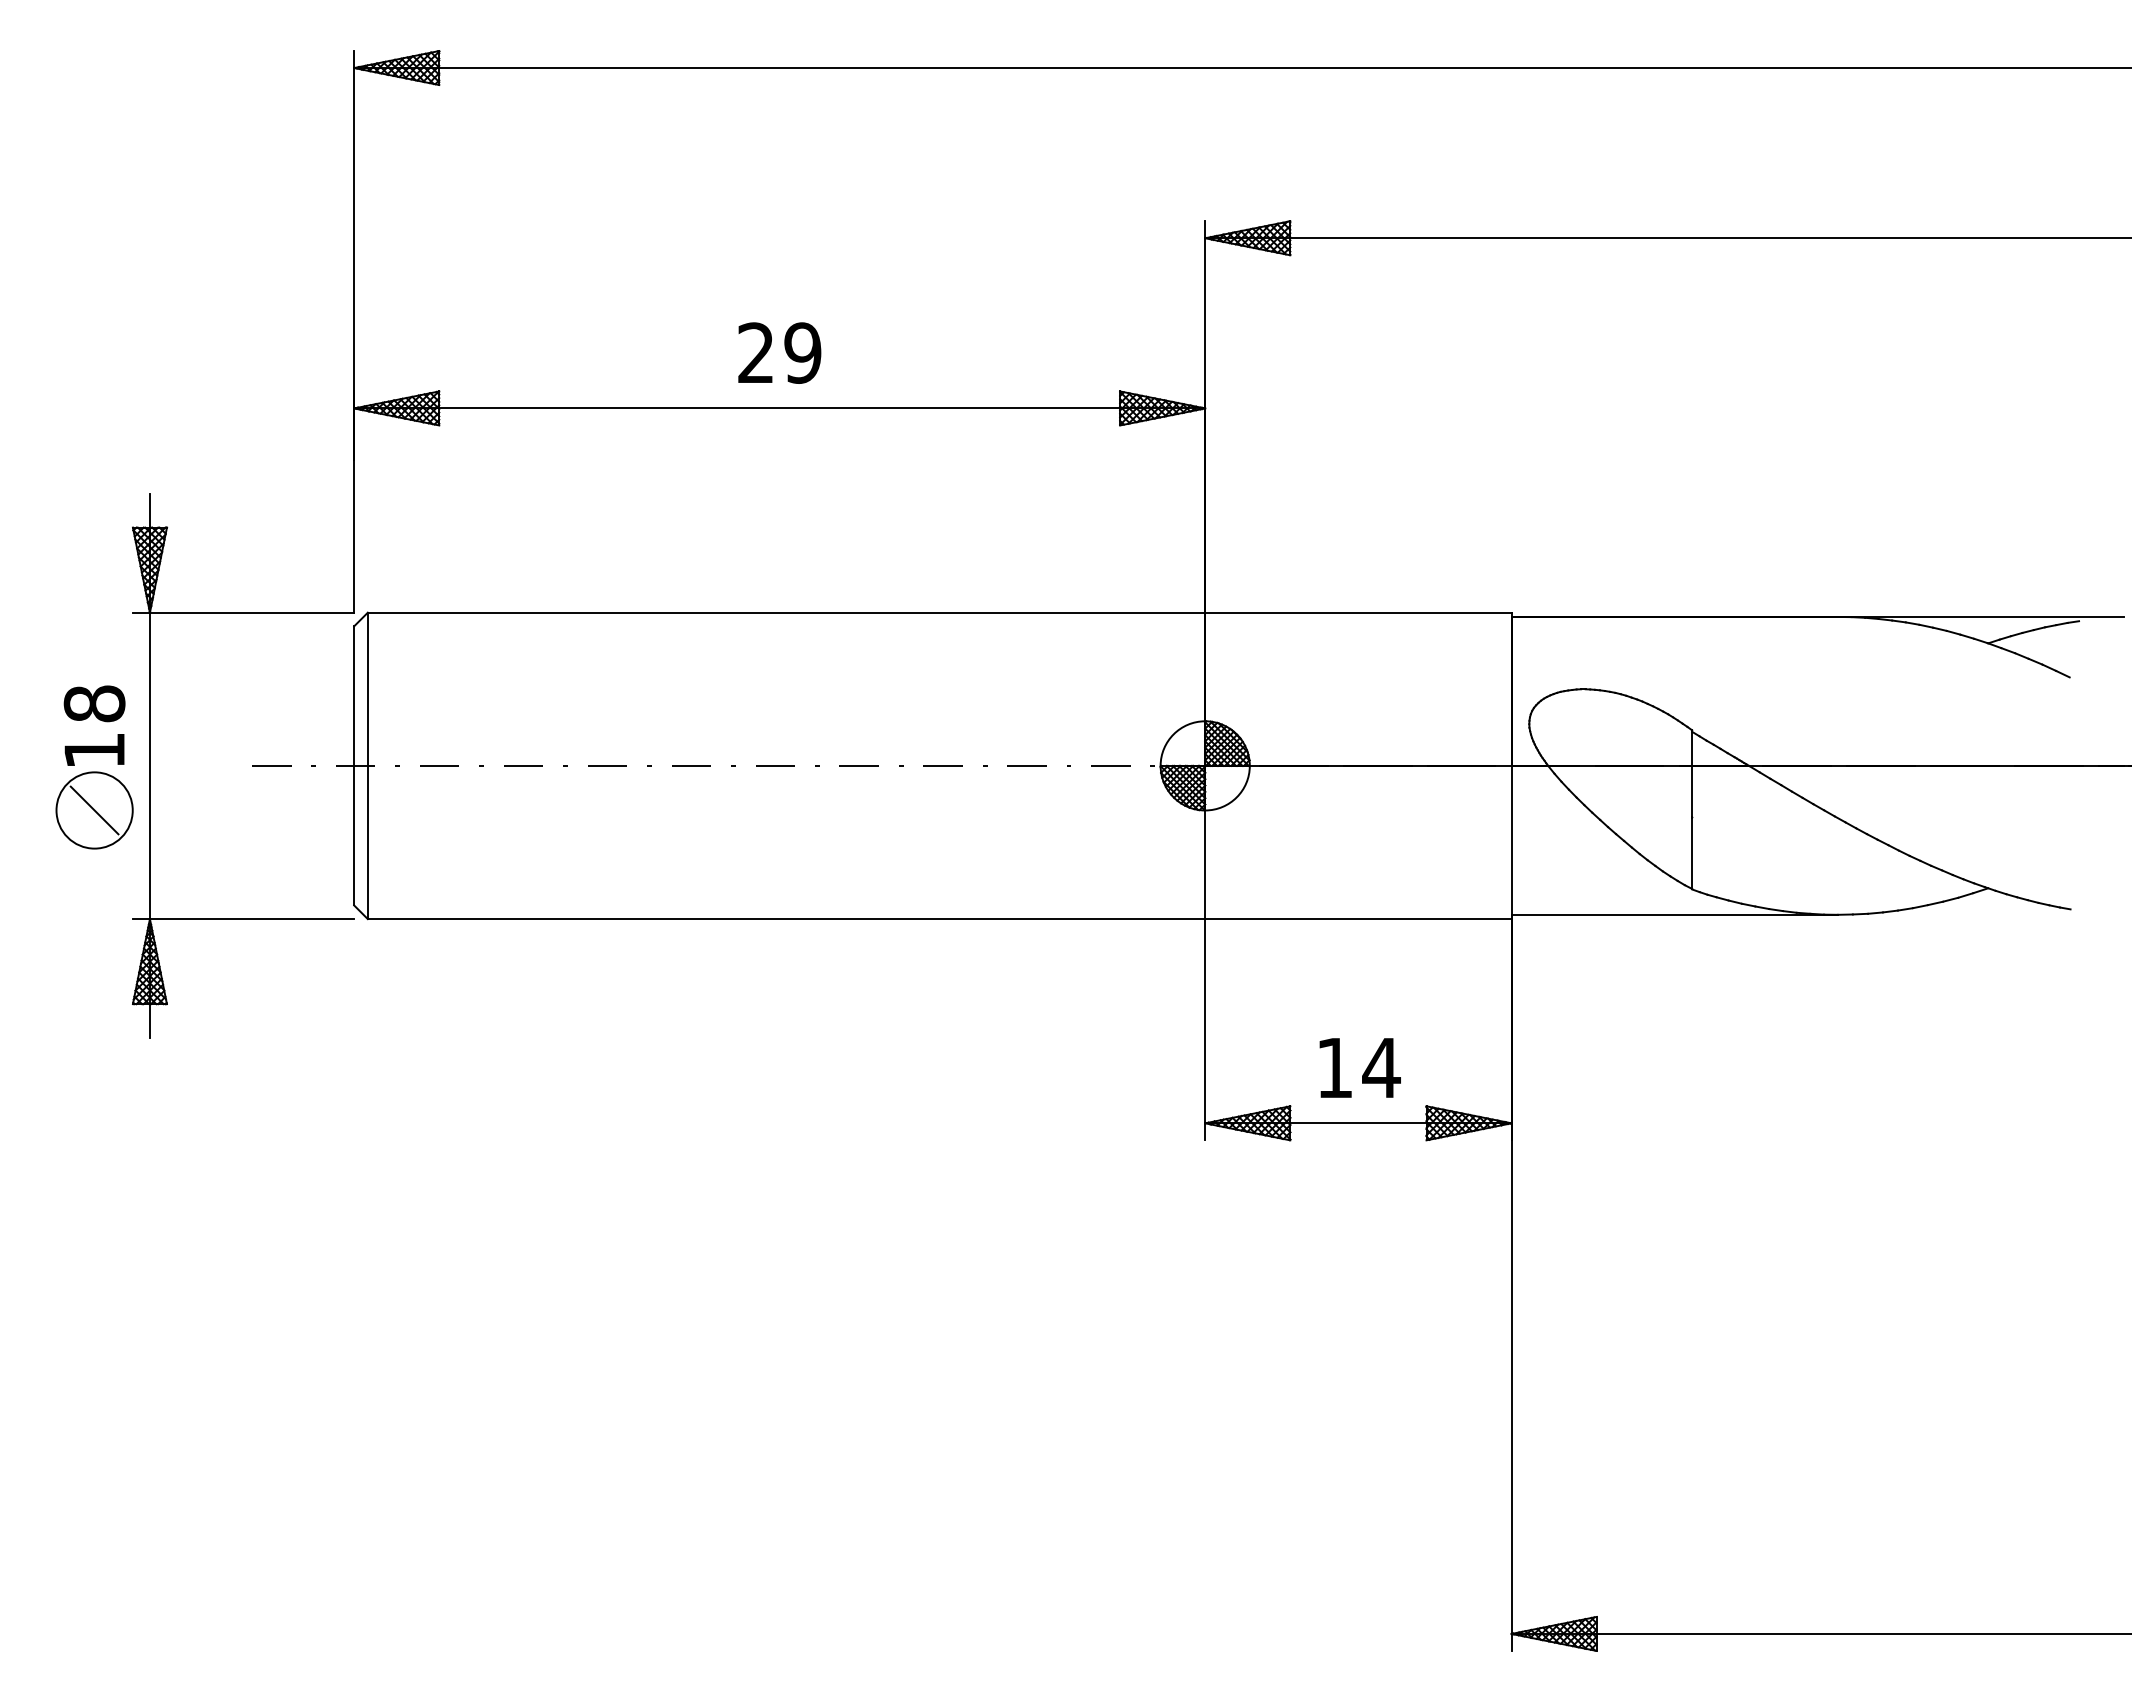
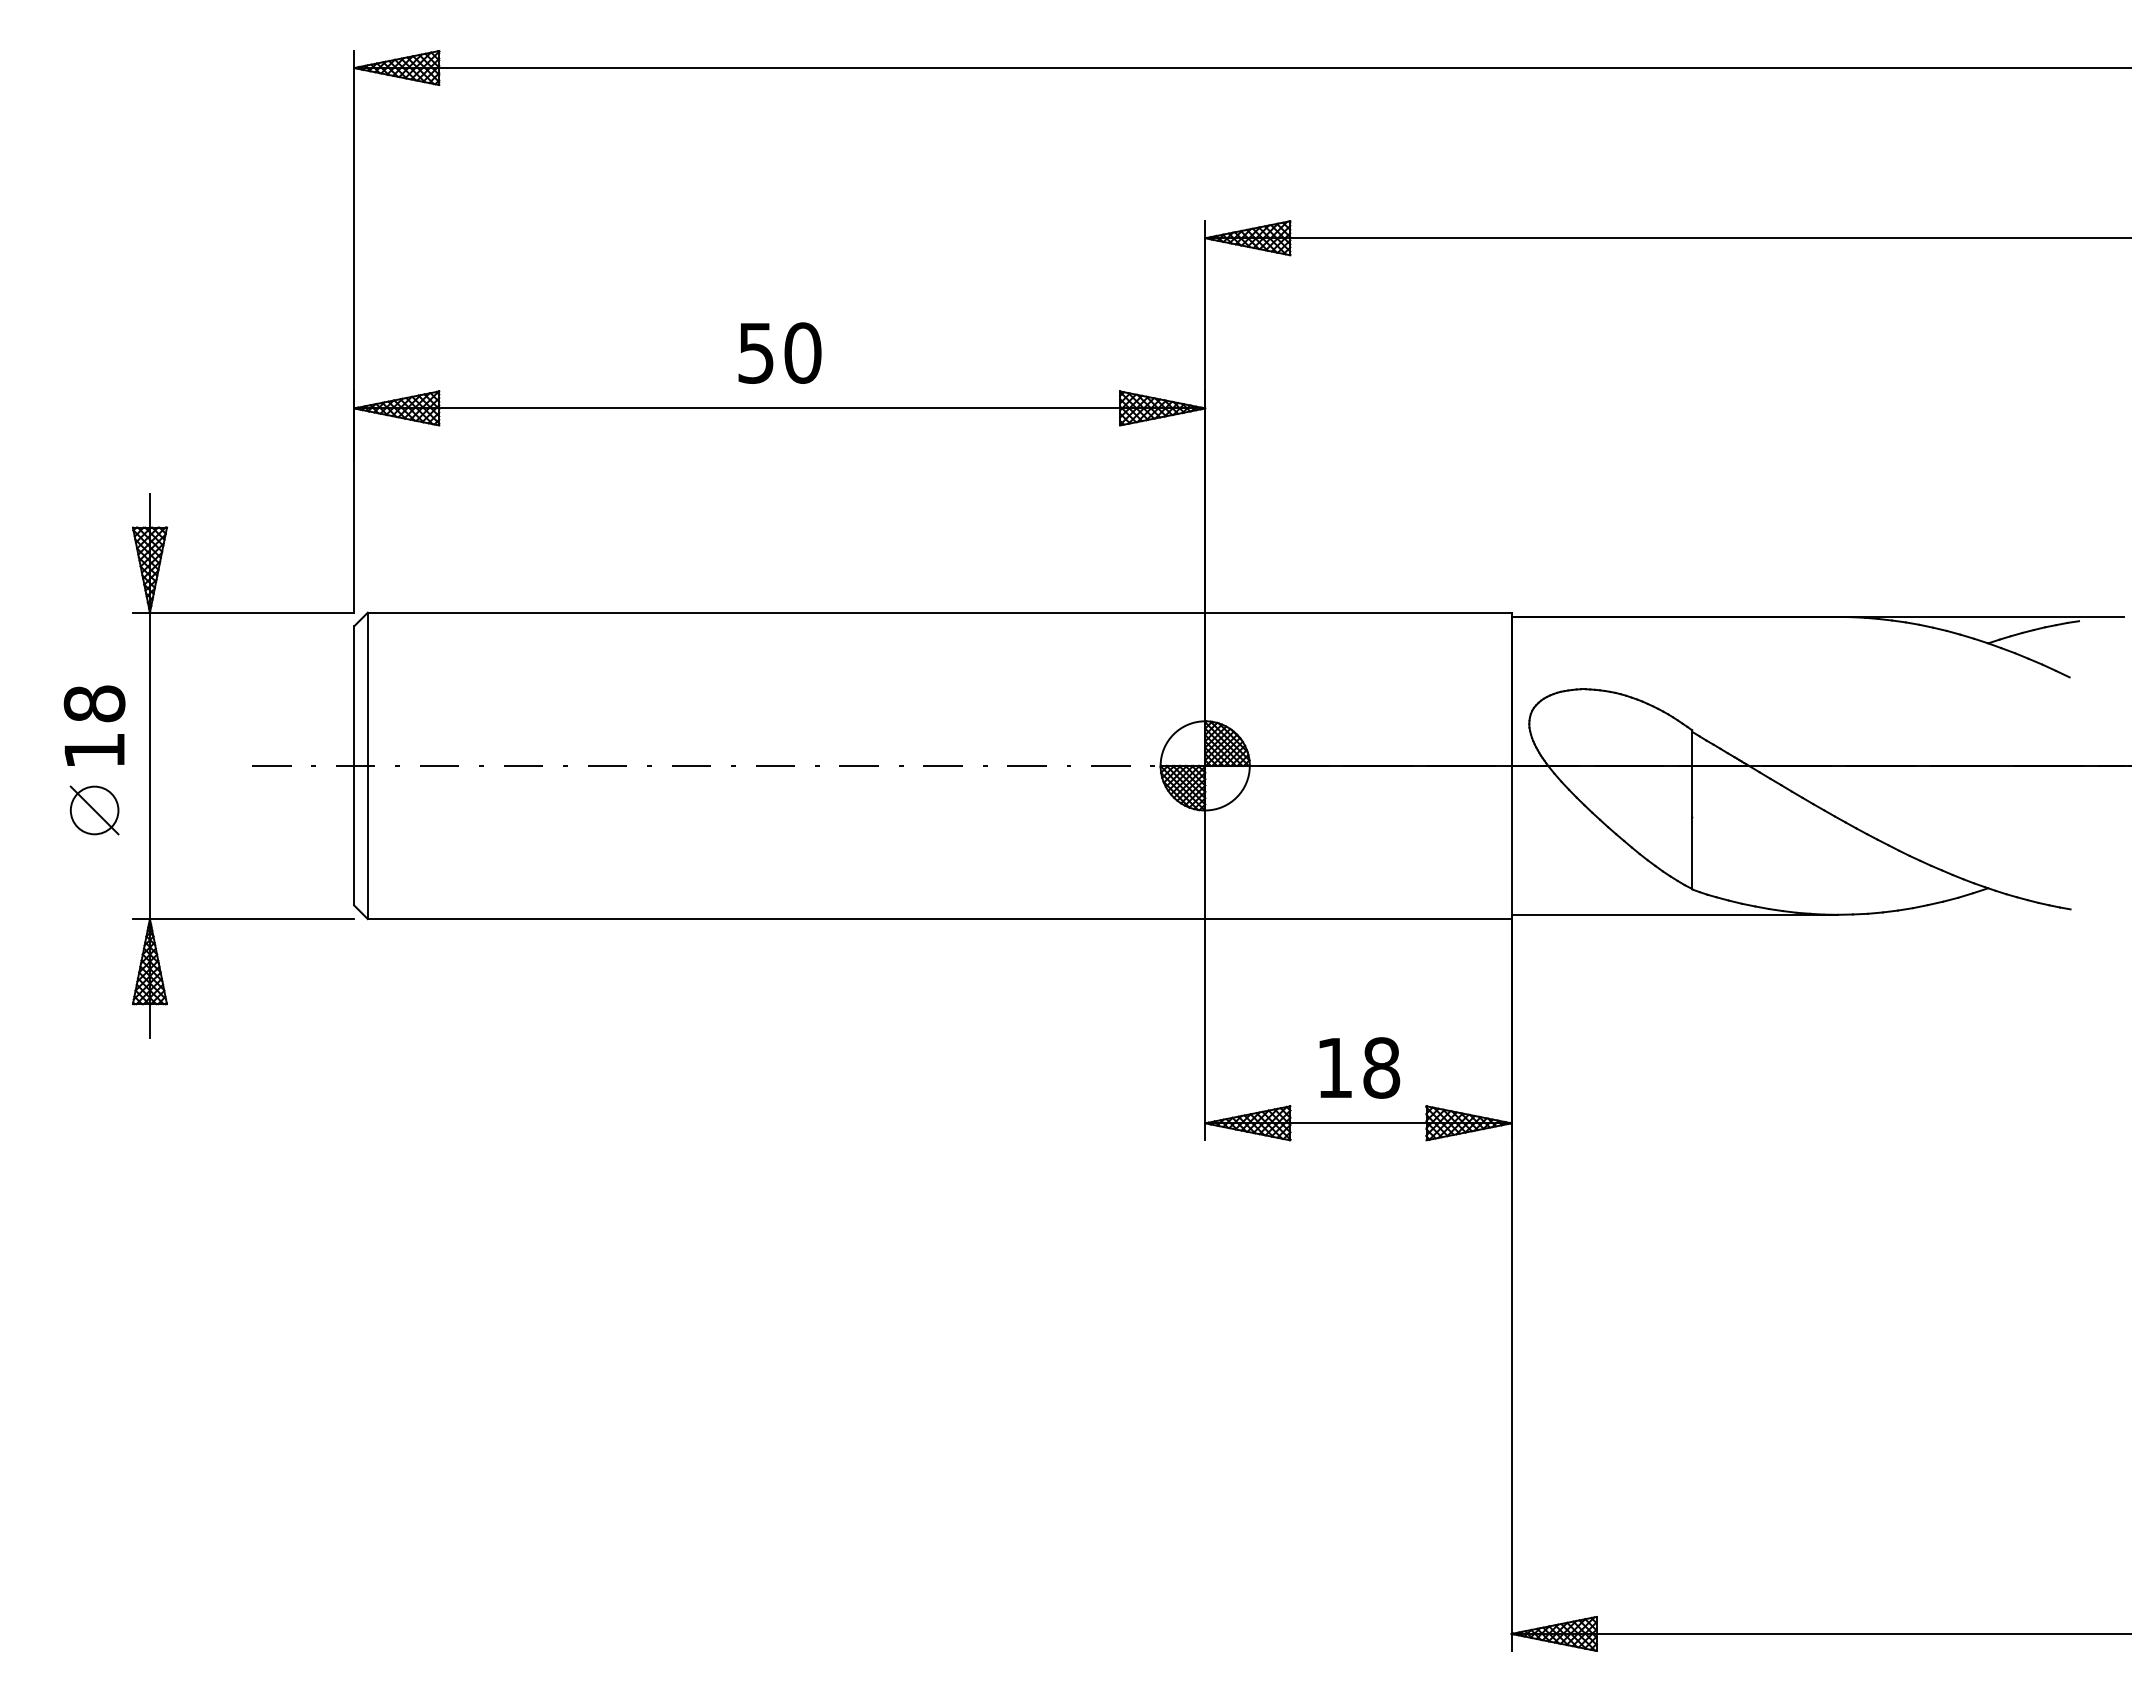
text at (779, 352): 29 -> 50
circle at (94, 810) diameter: 76 px -> 48 px
text at (1381, 1067): 14 -> 18
